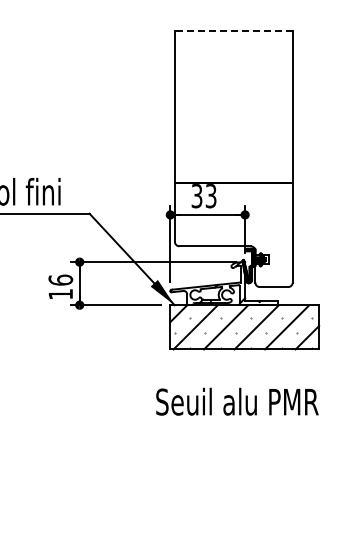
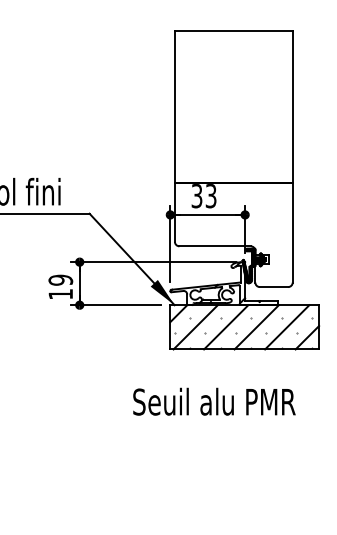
line at (233, 31): dashed -> solid
text at (60, 279): 16 -> 19
text at (237, 401) position: (237, 401) -> (214, 401)
